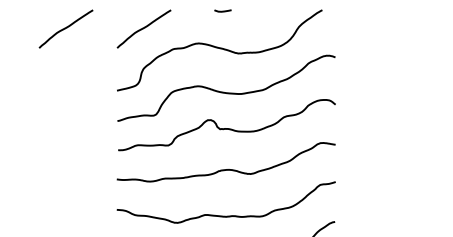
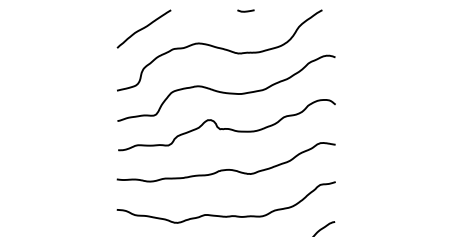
line at (222, 10) position: (222, 10) -> (245, 10)
curve at (65, 28): present -> none
